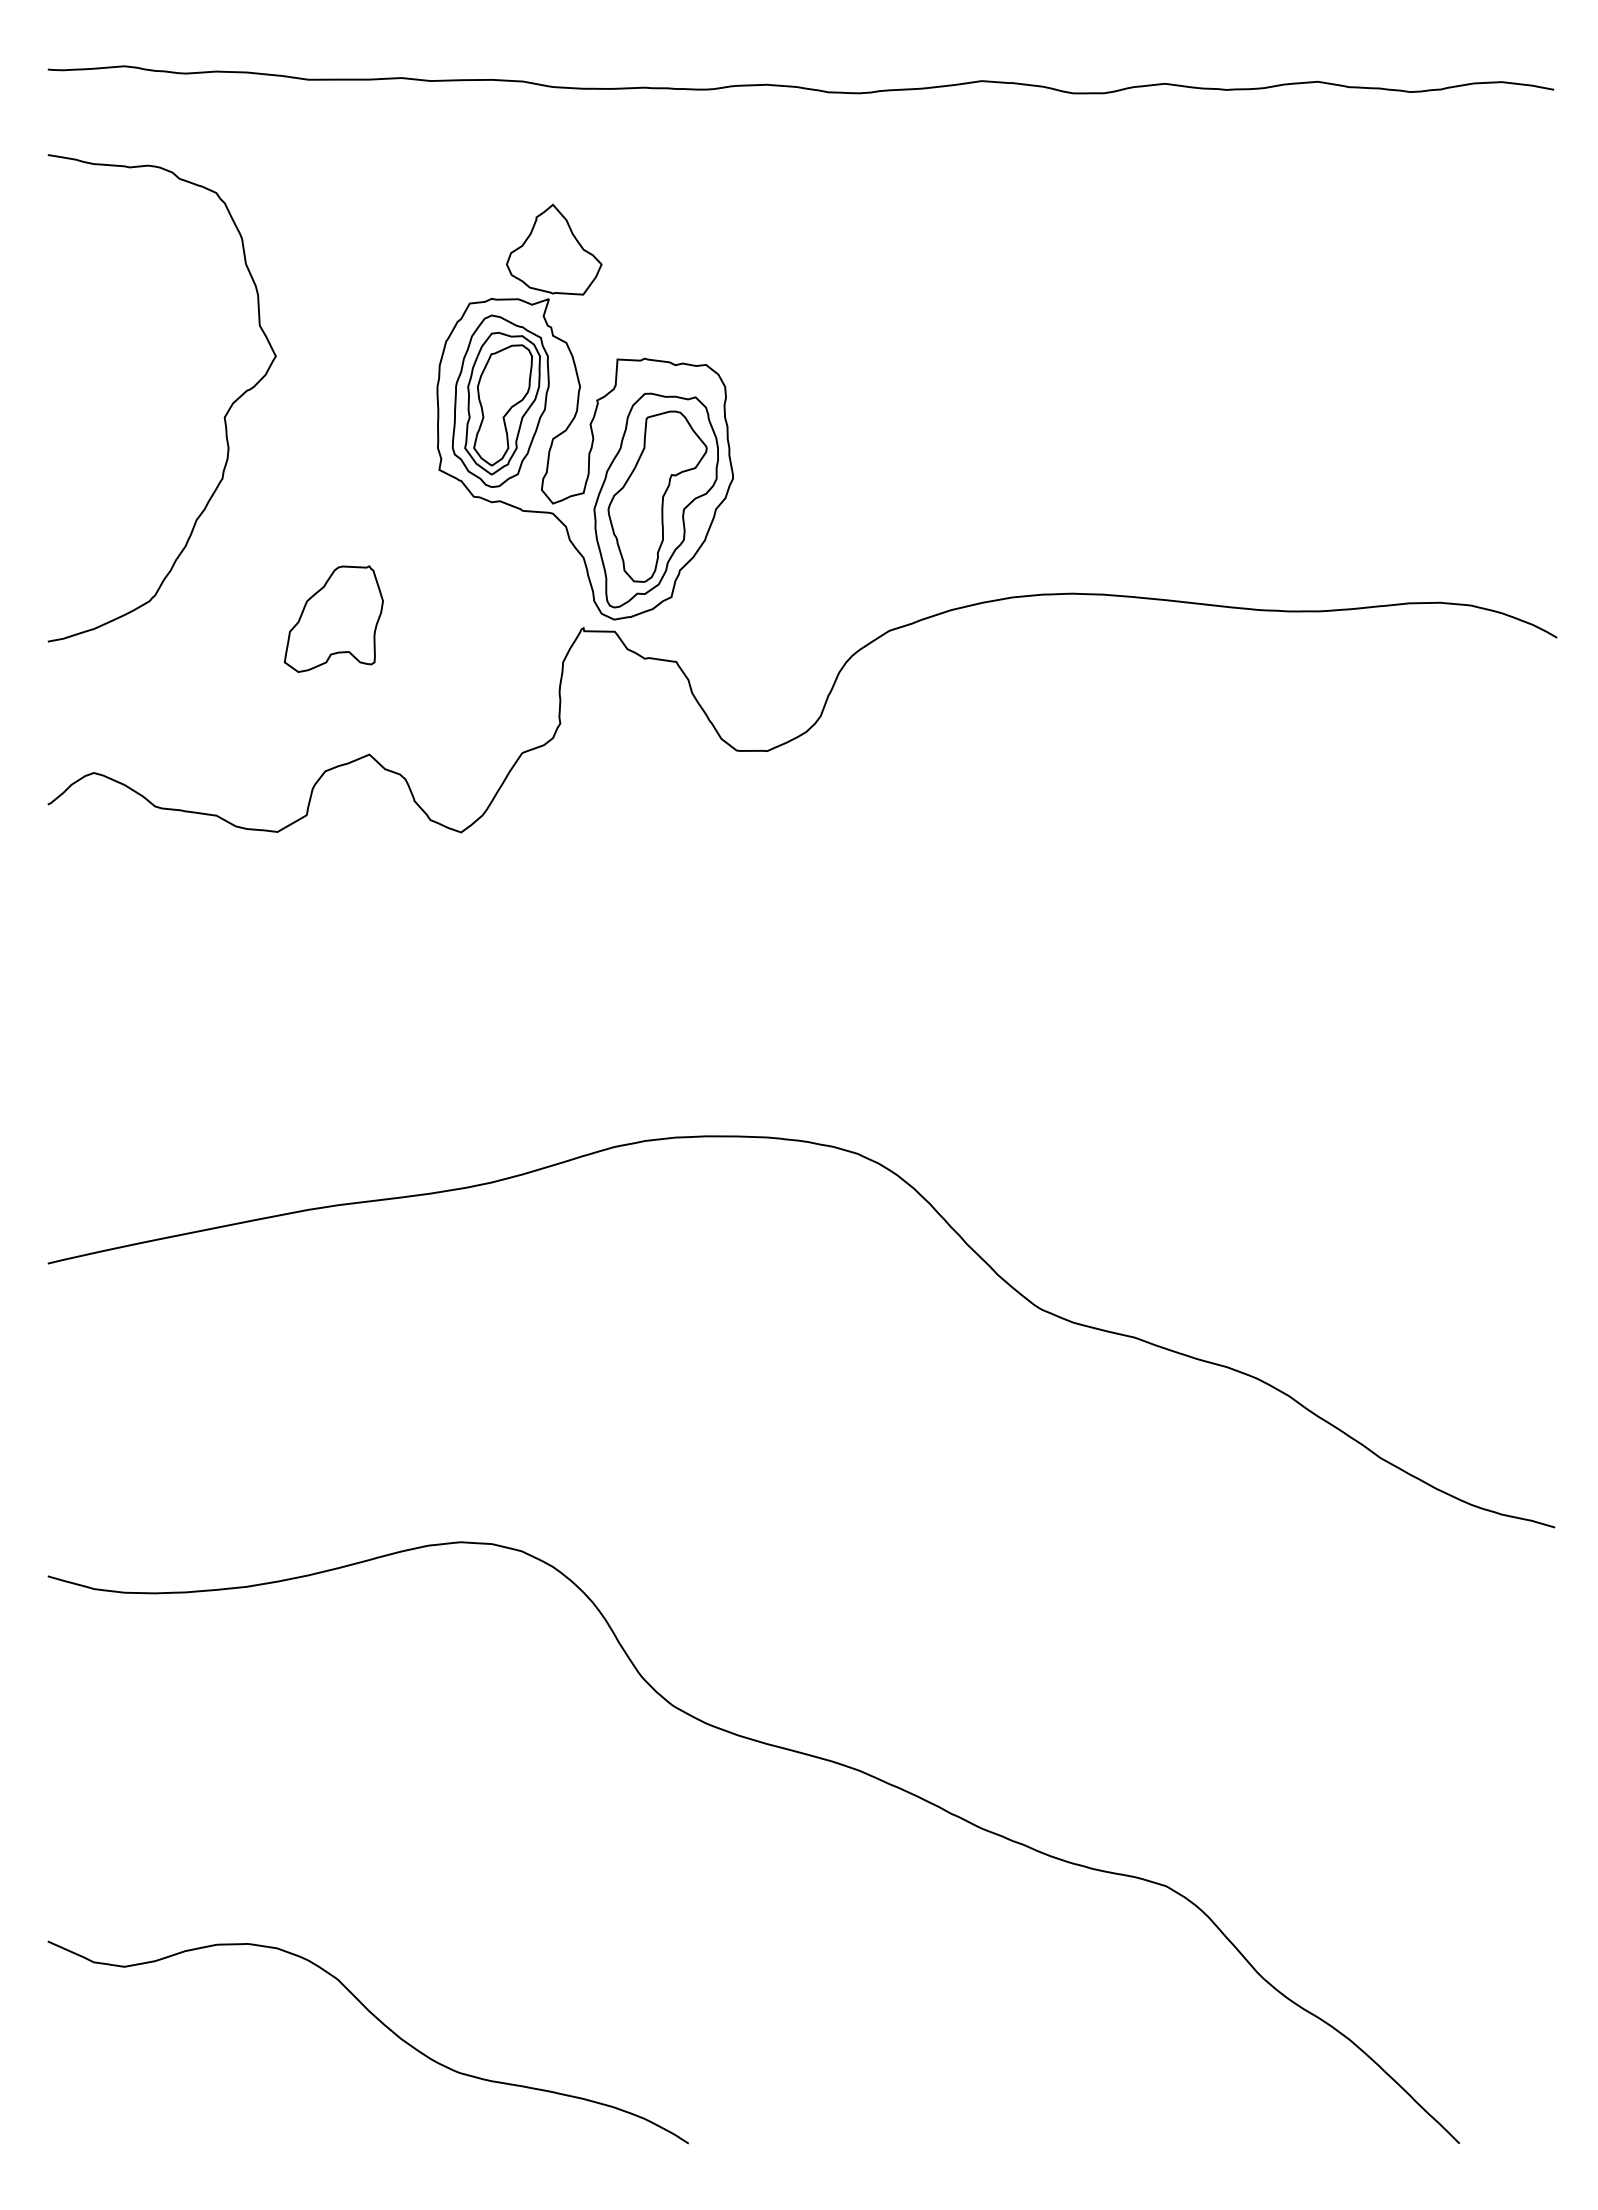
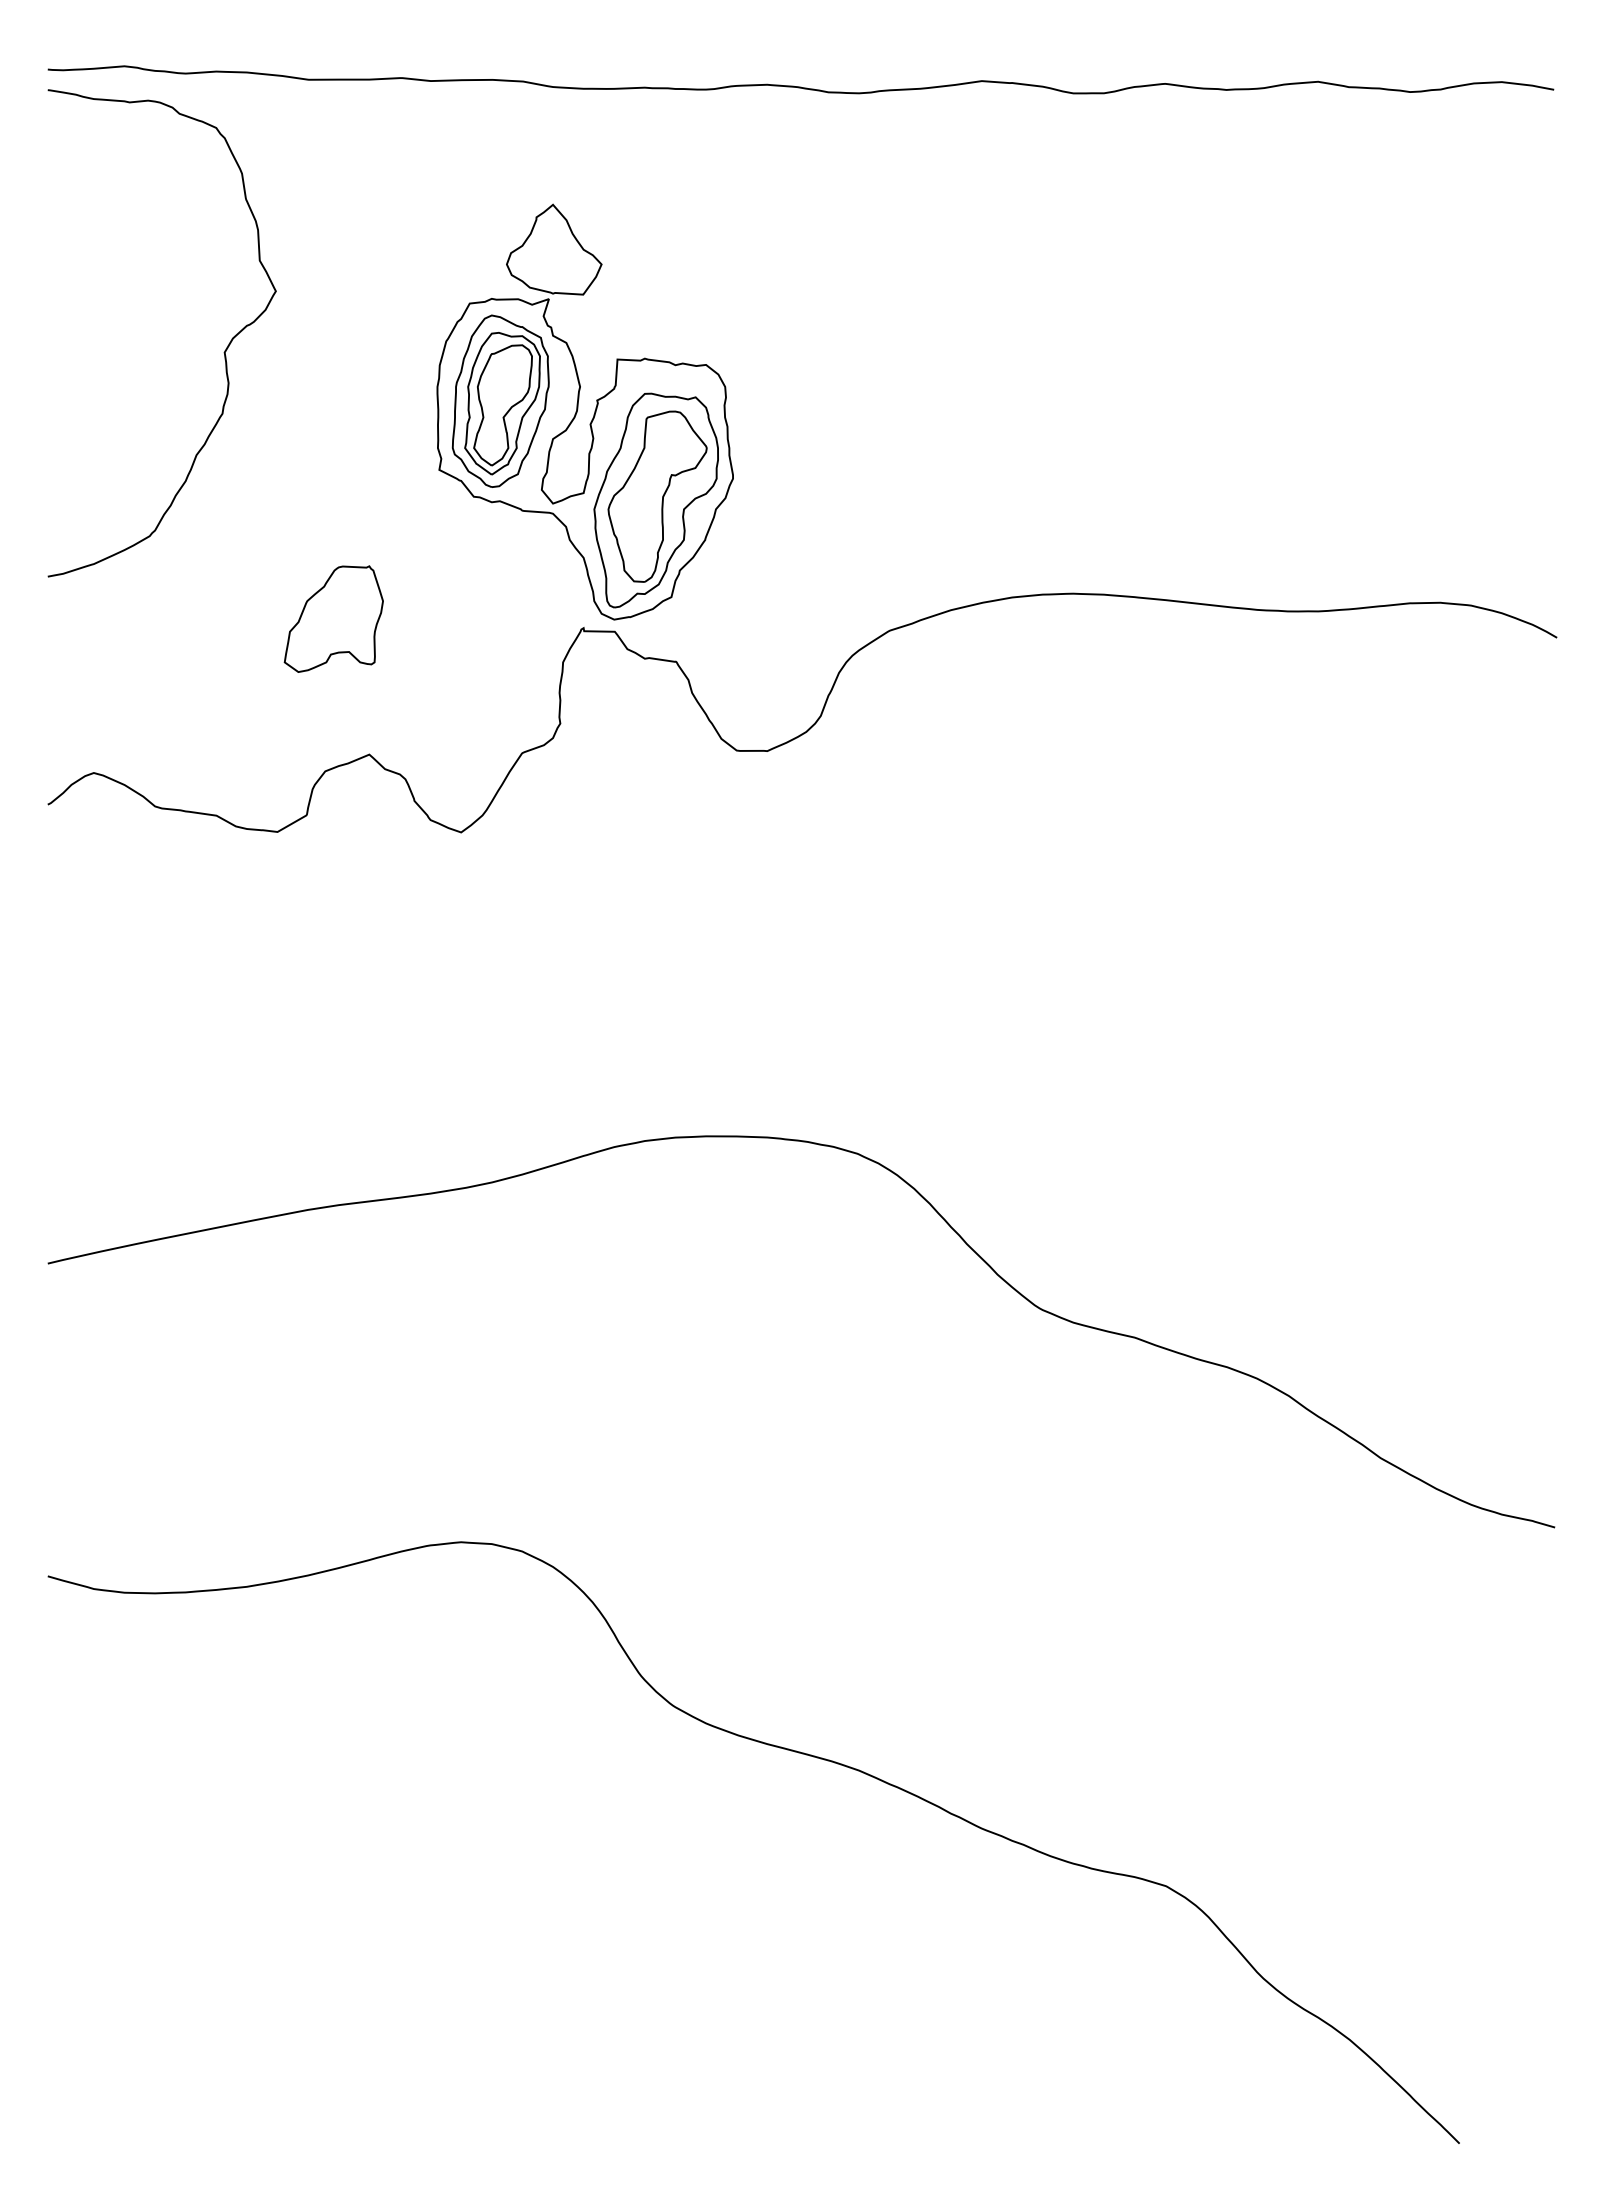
curve at (223, 417) position: (223, 417) -> (223, 352)
curve at (383, 2025): present -> none
